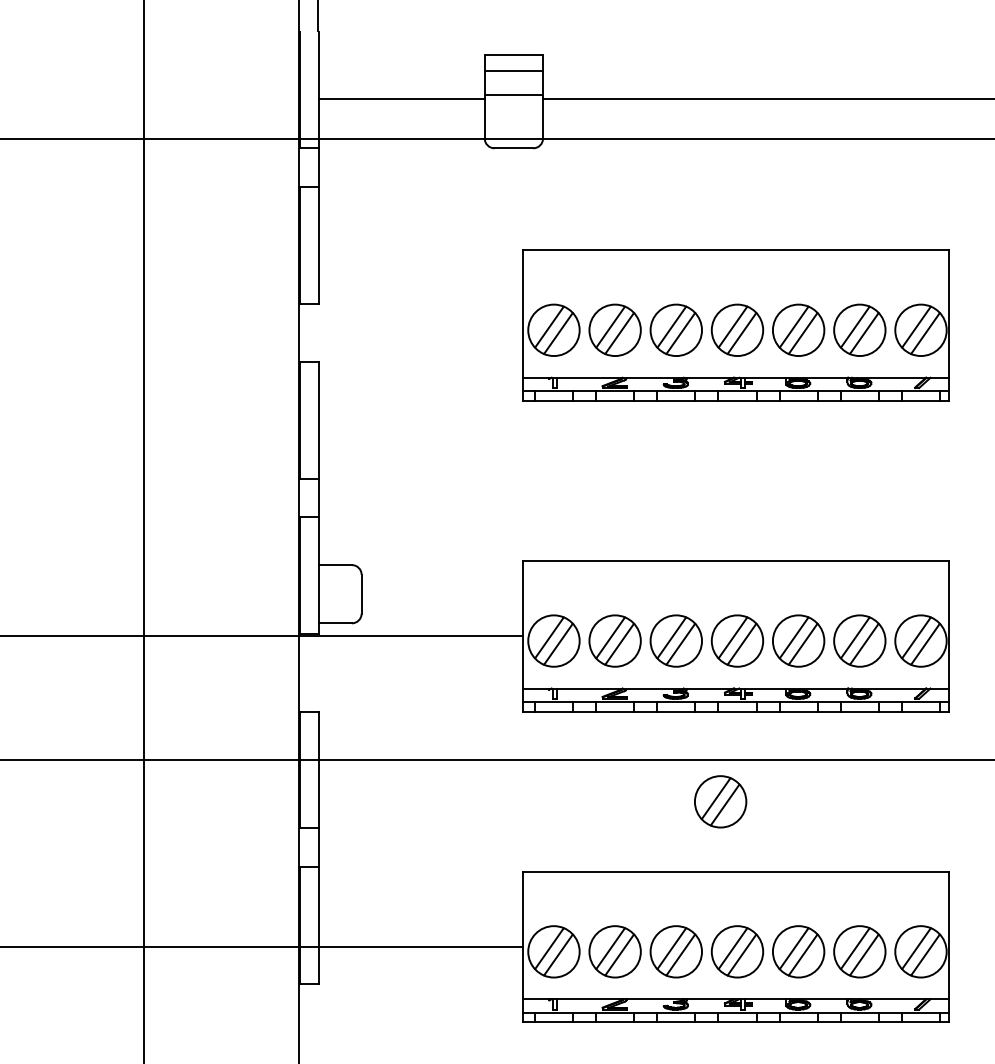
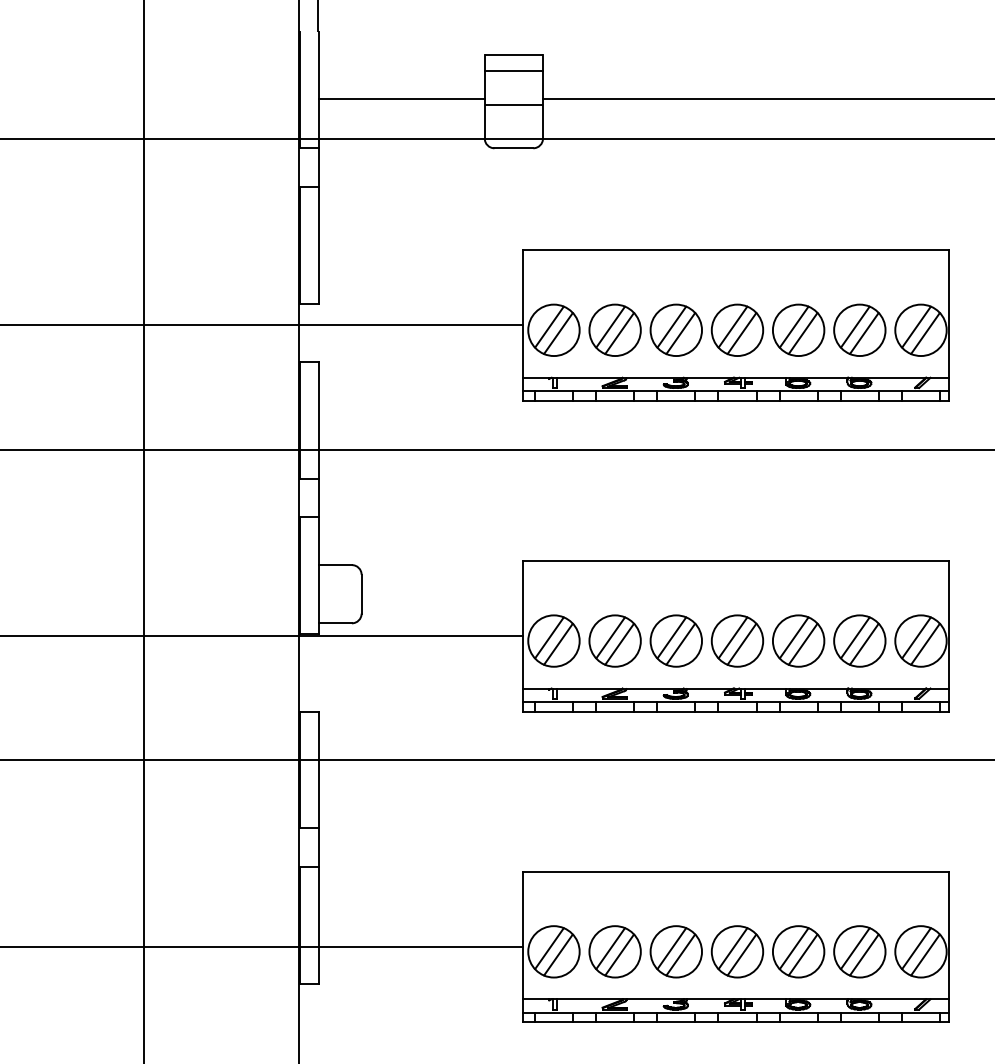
line at (513, 94) position: (513, 94) -> (513, 104)
line at (262, 325): none -> present
line at (496, 449): none -> present
part at (720, 801): present -> none
